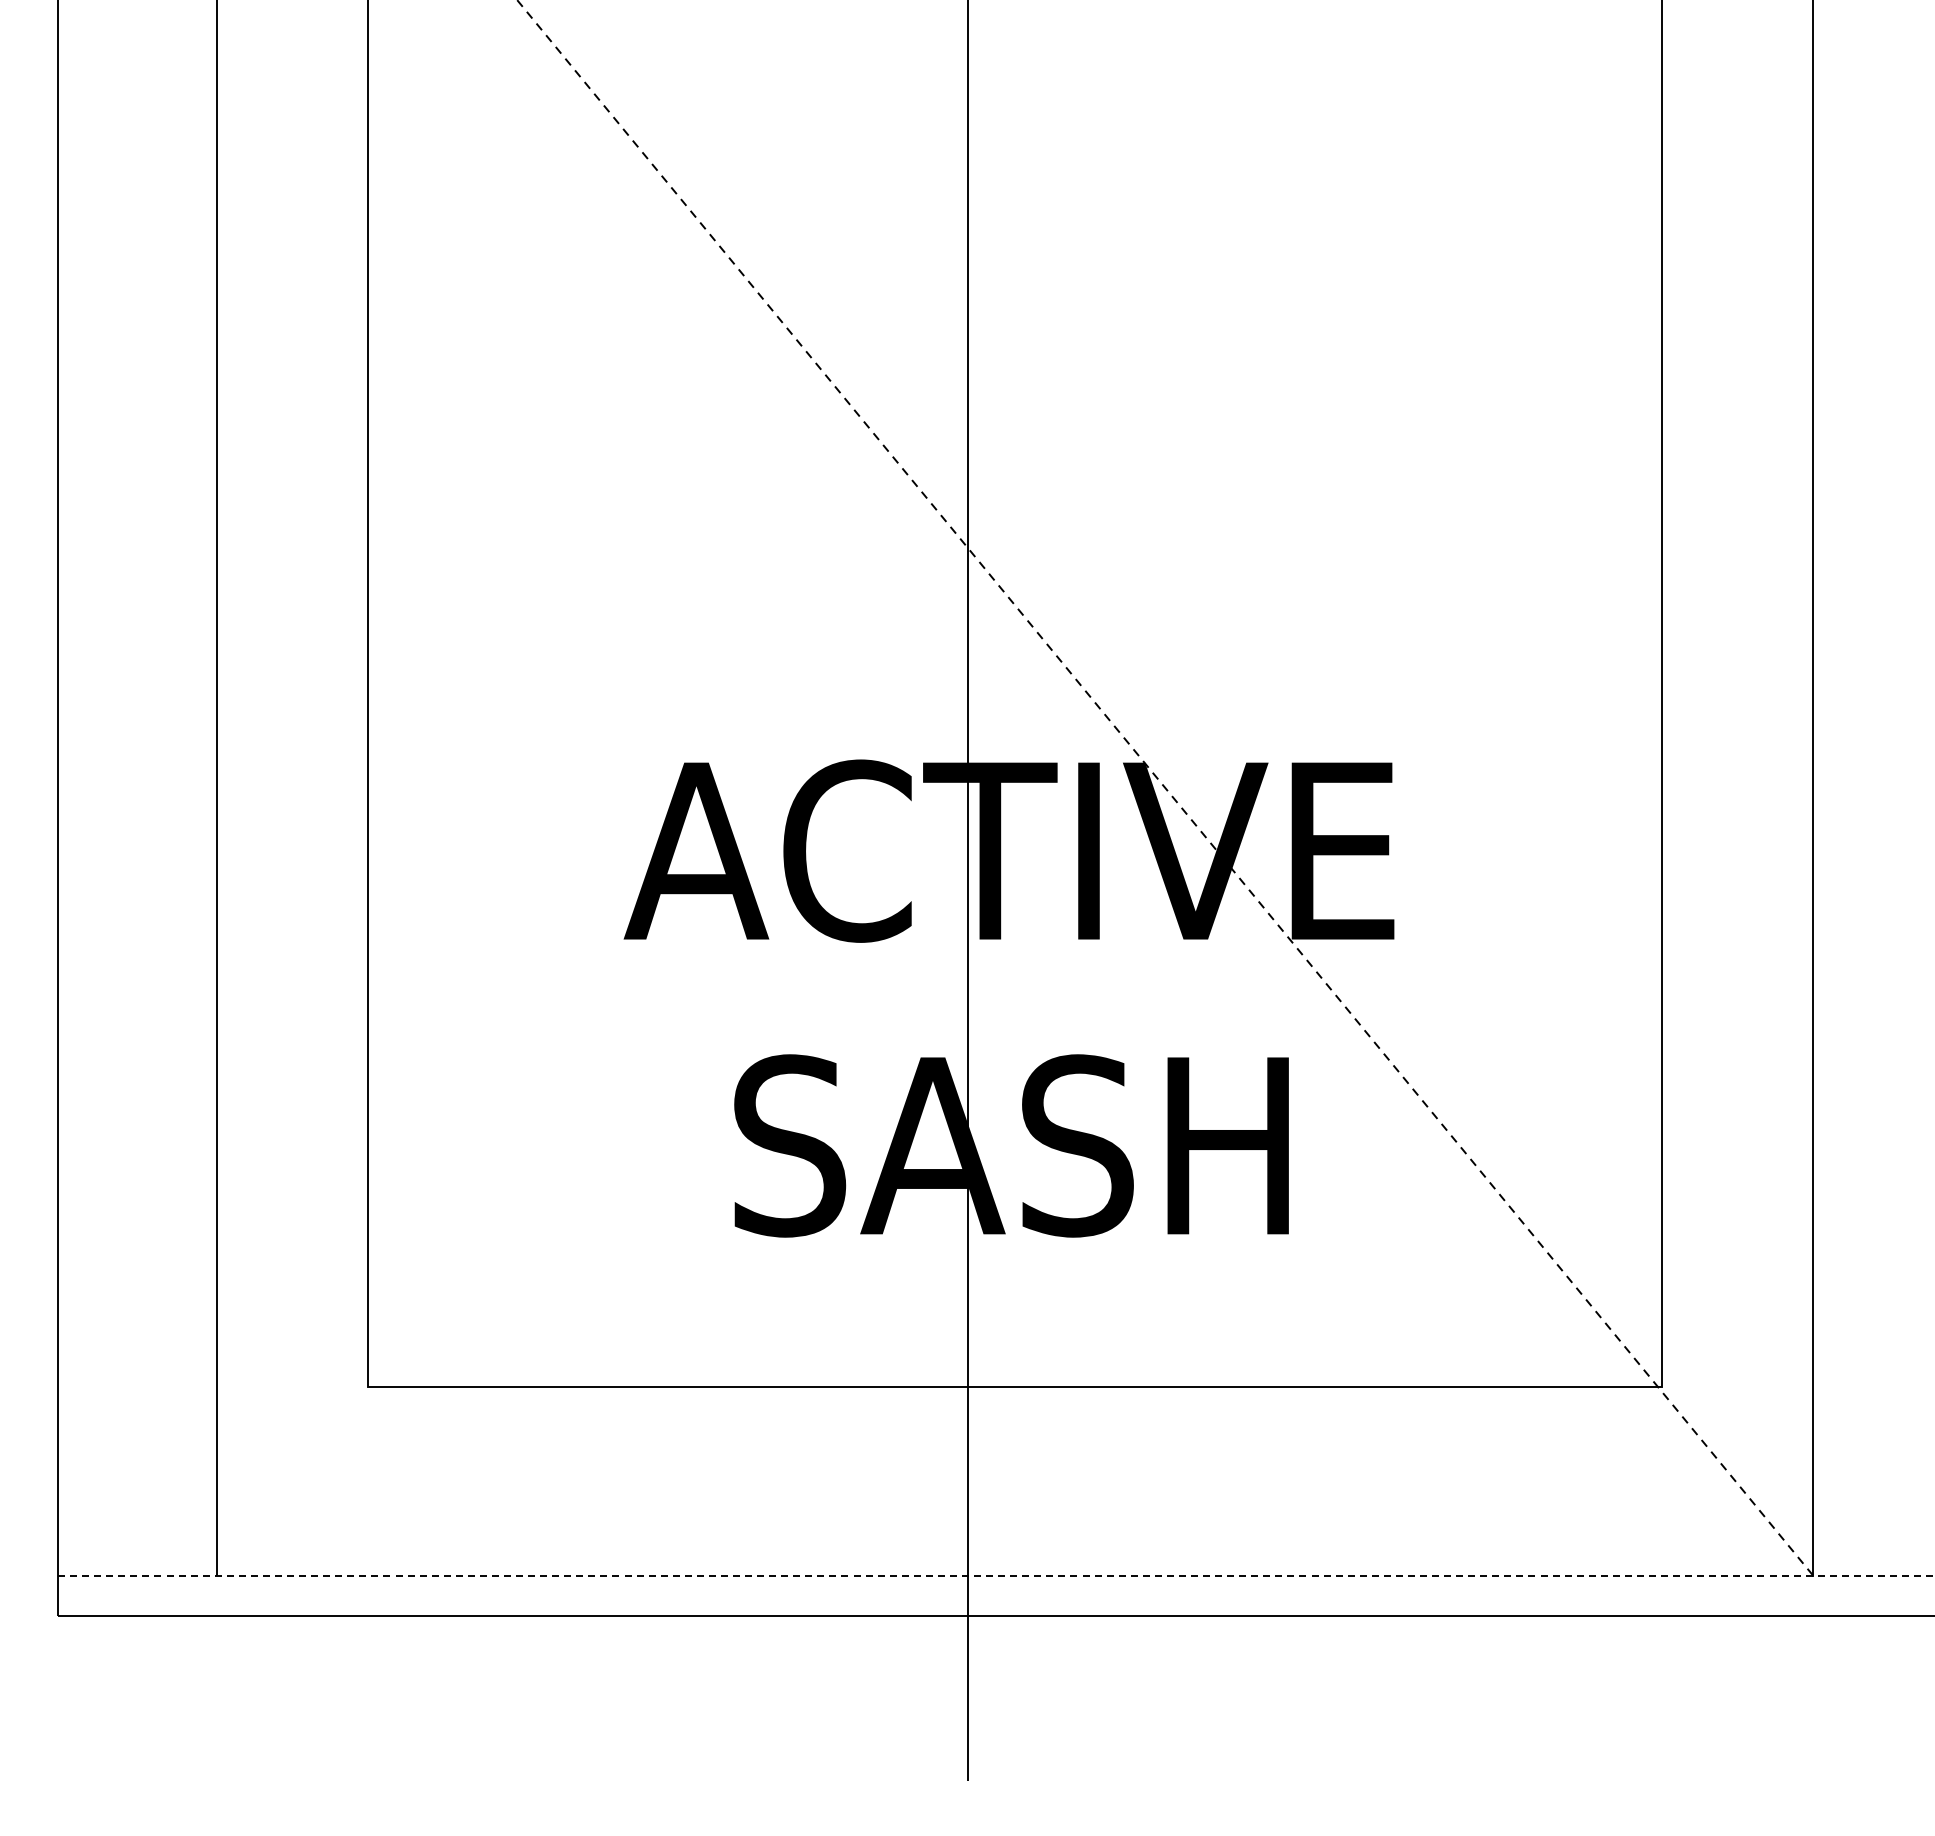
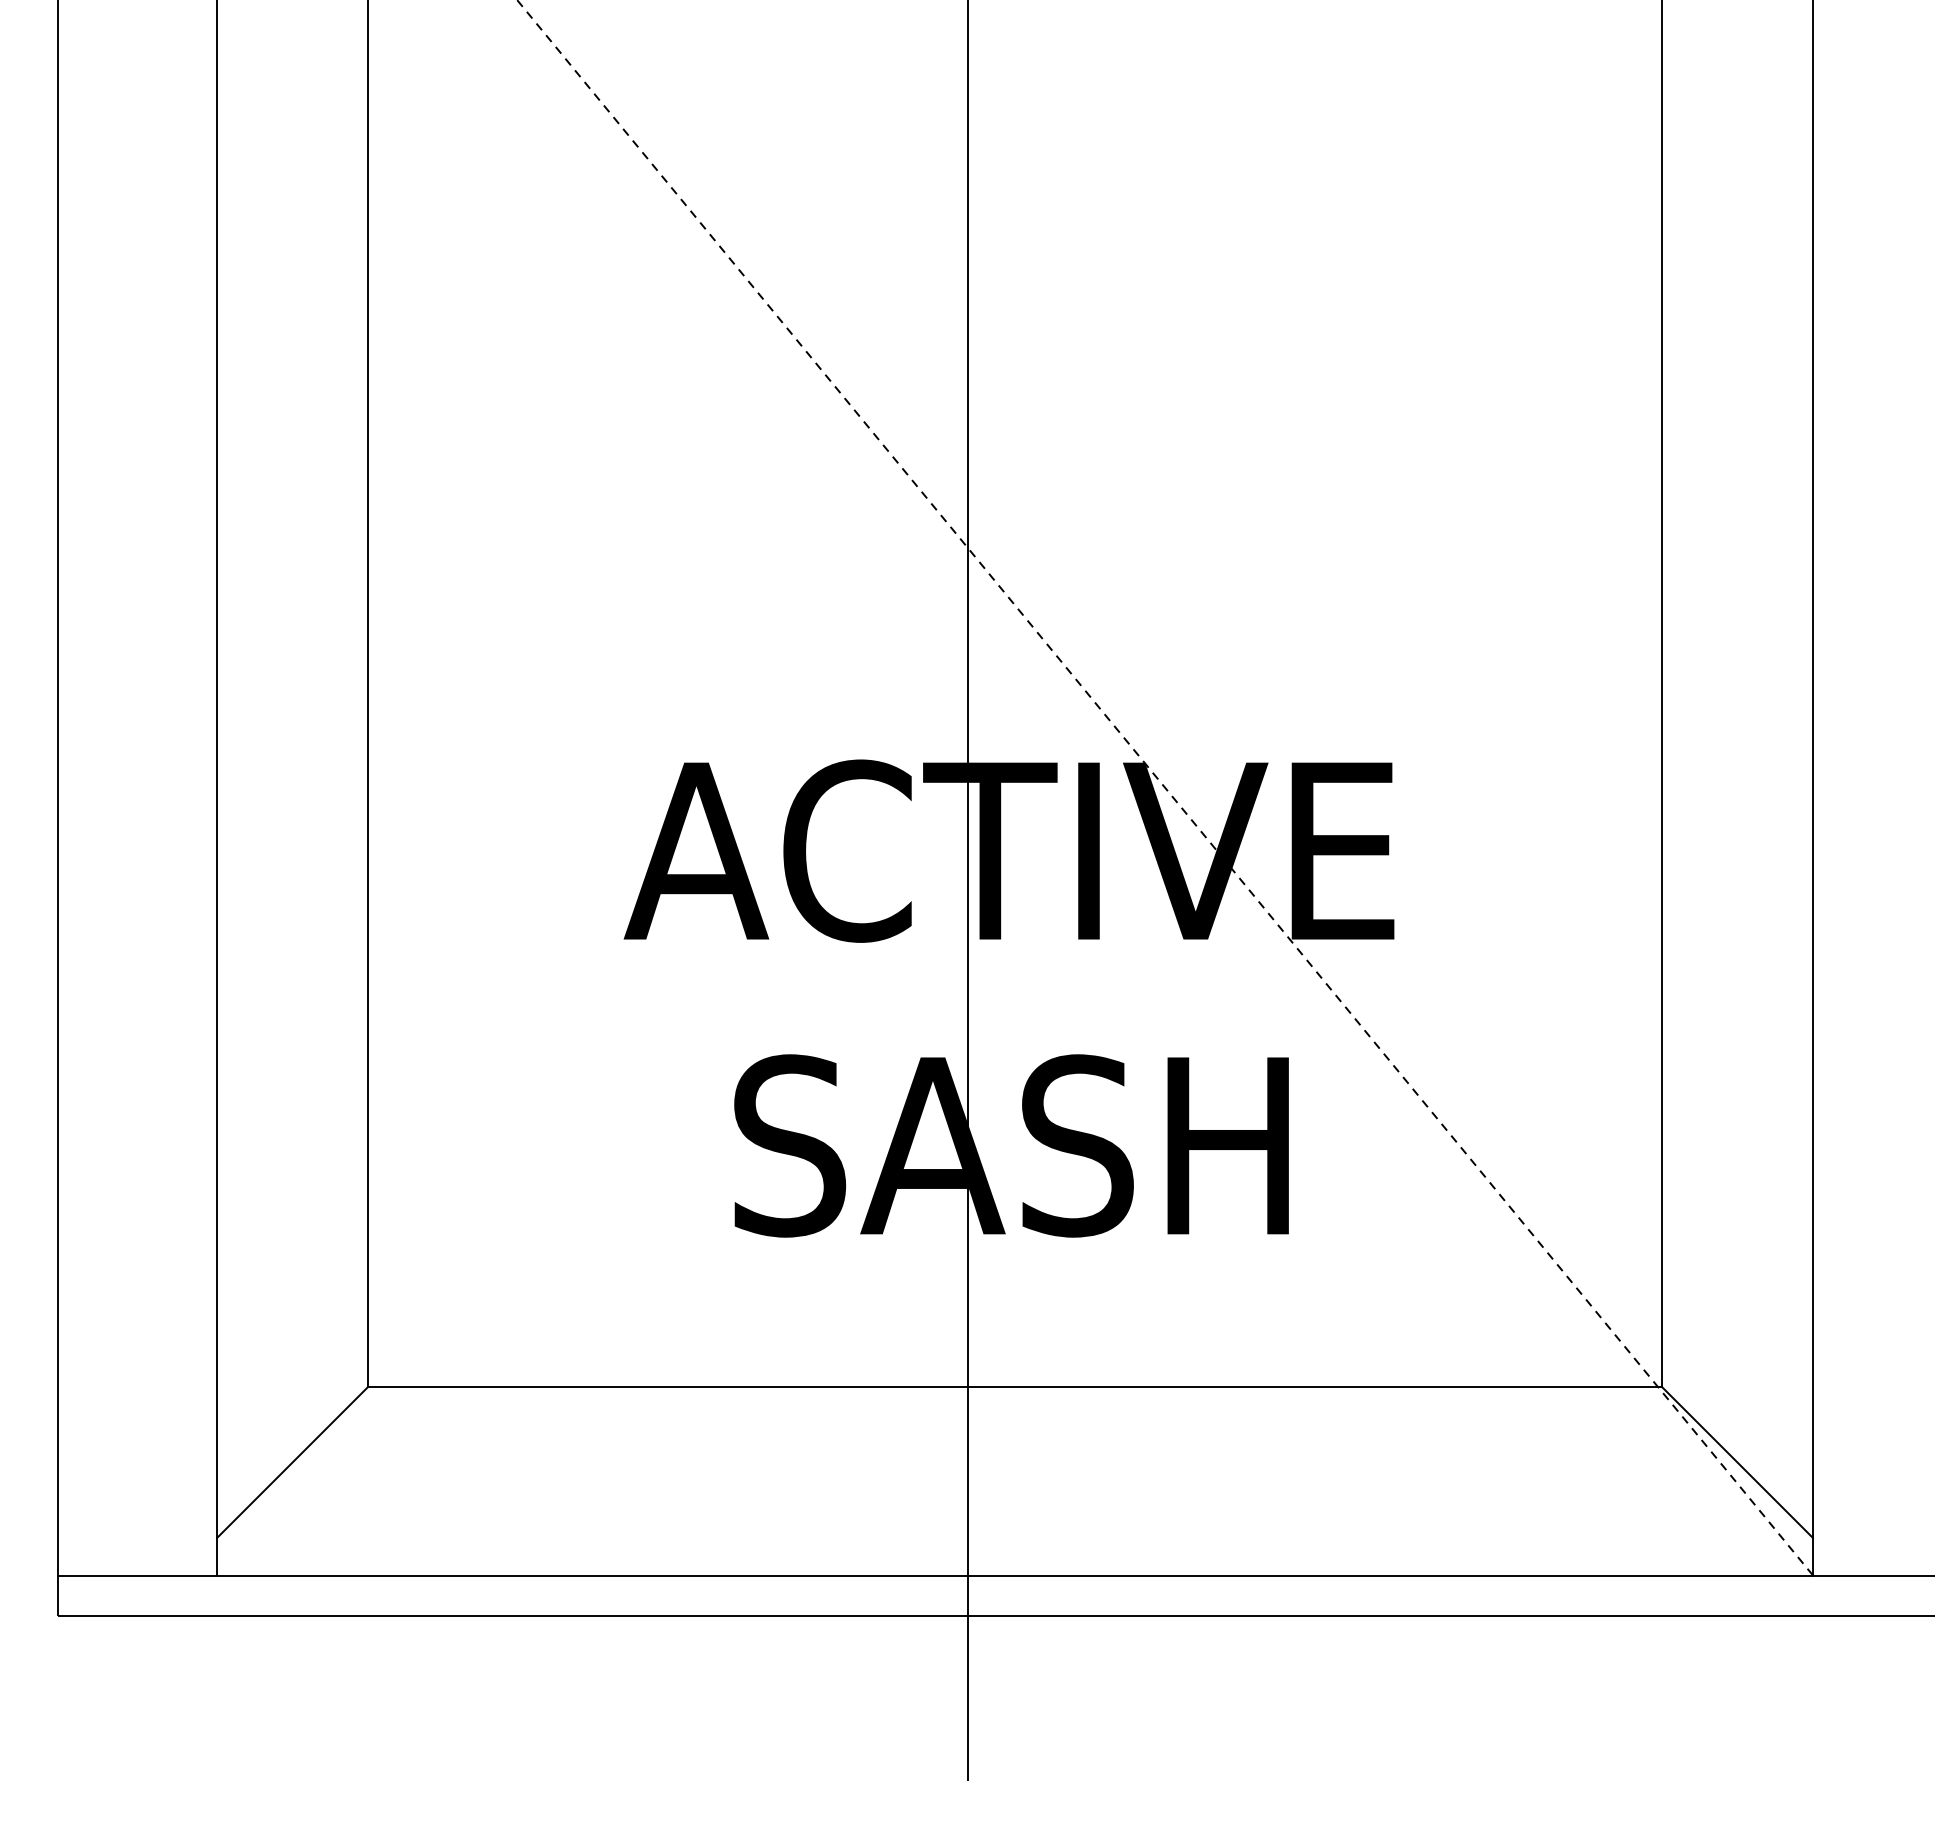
line at (292, 1462): none -> present
line at (1737, 1462): none -> present
line at (996, 1575): dashed -> solid
